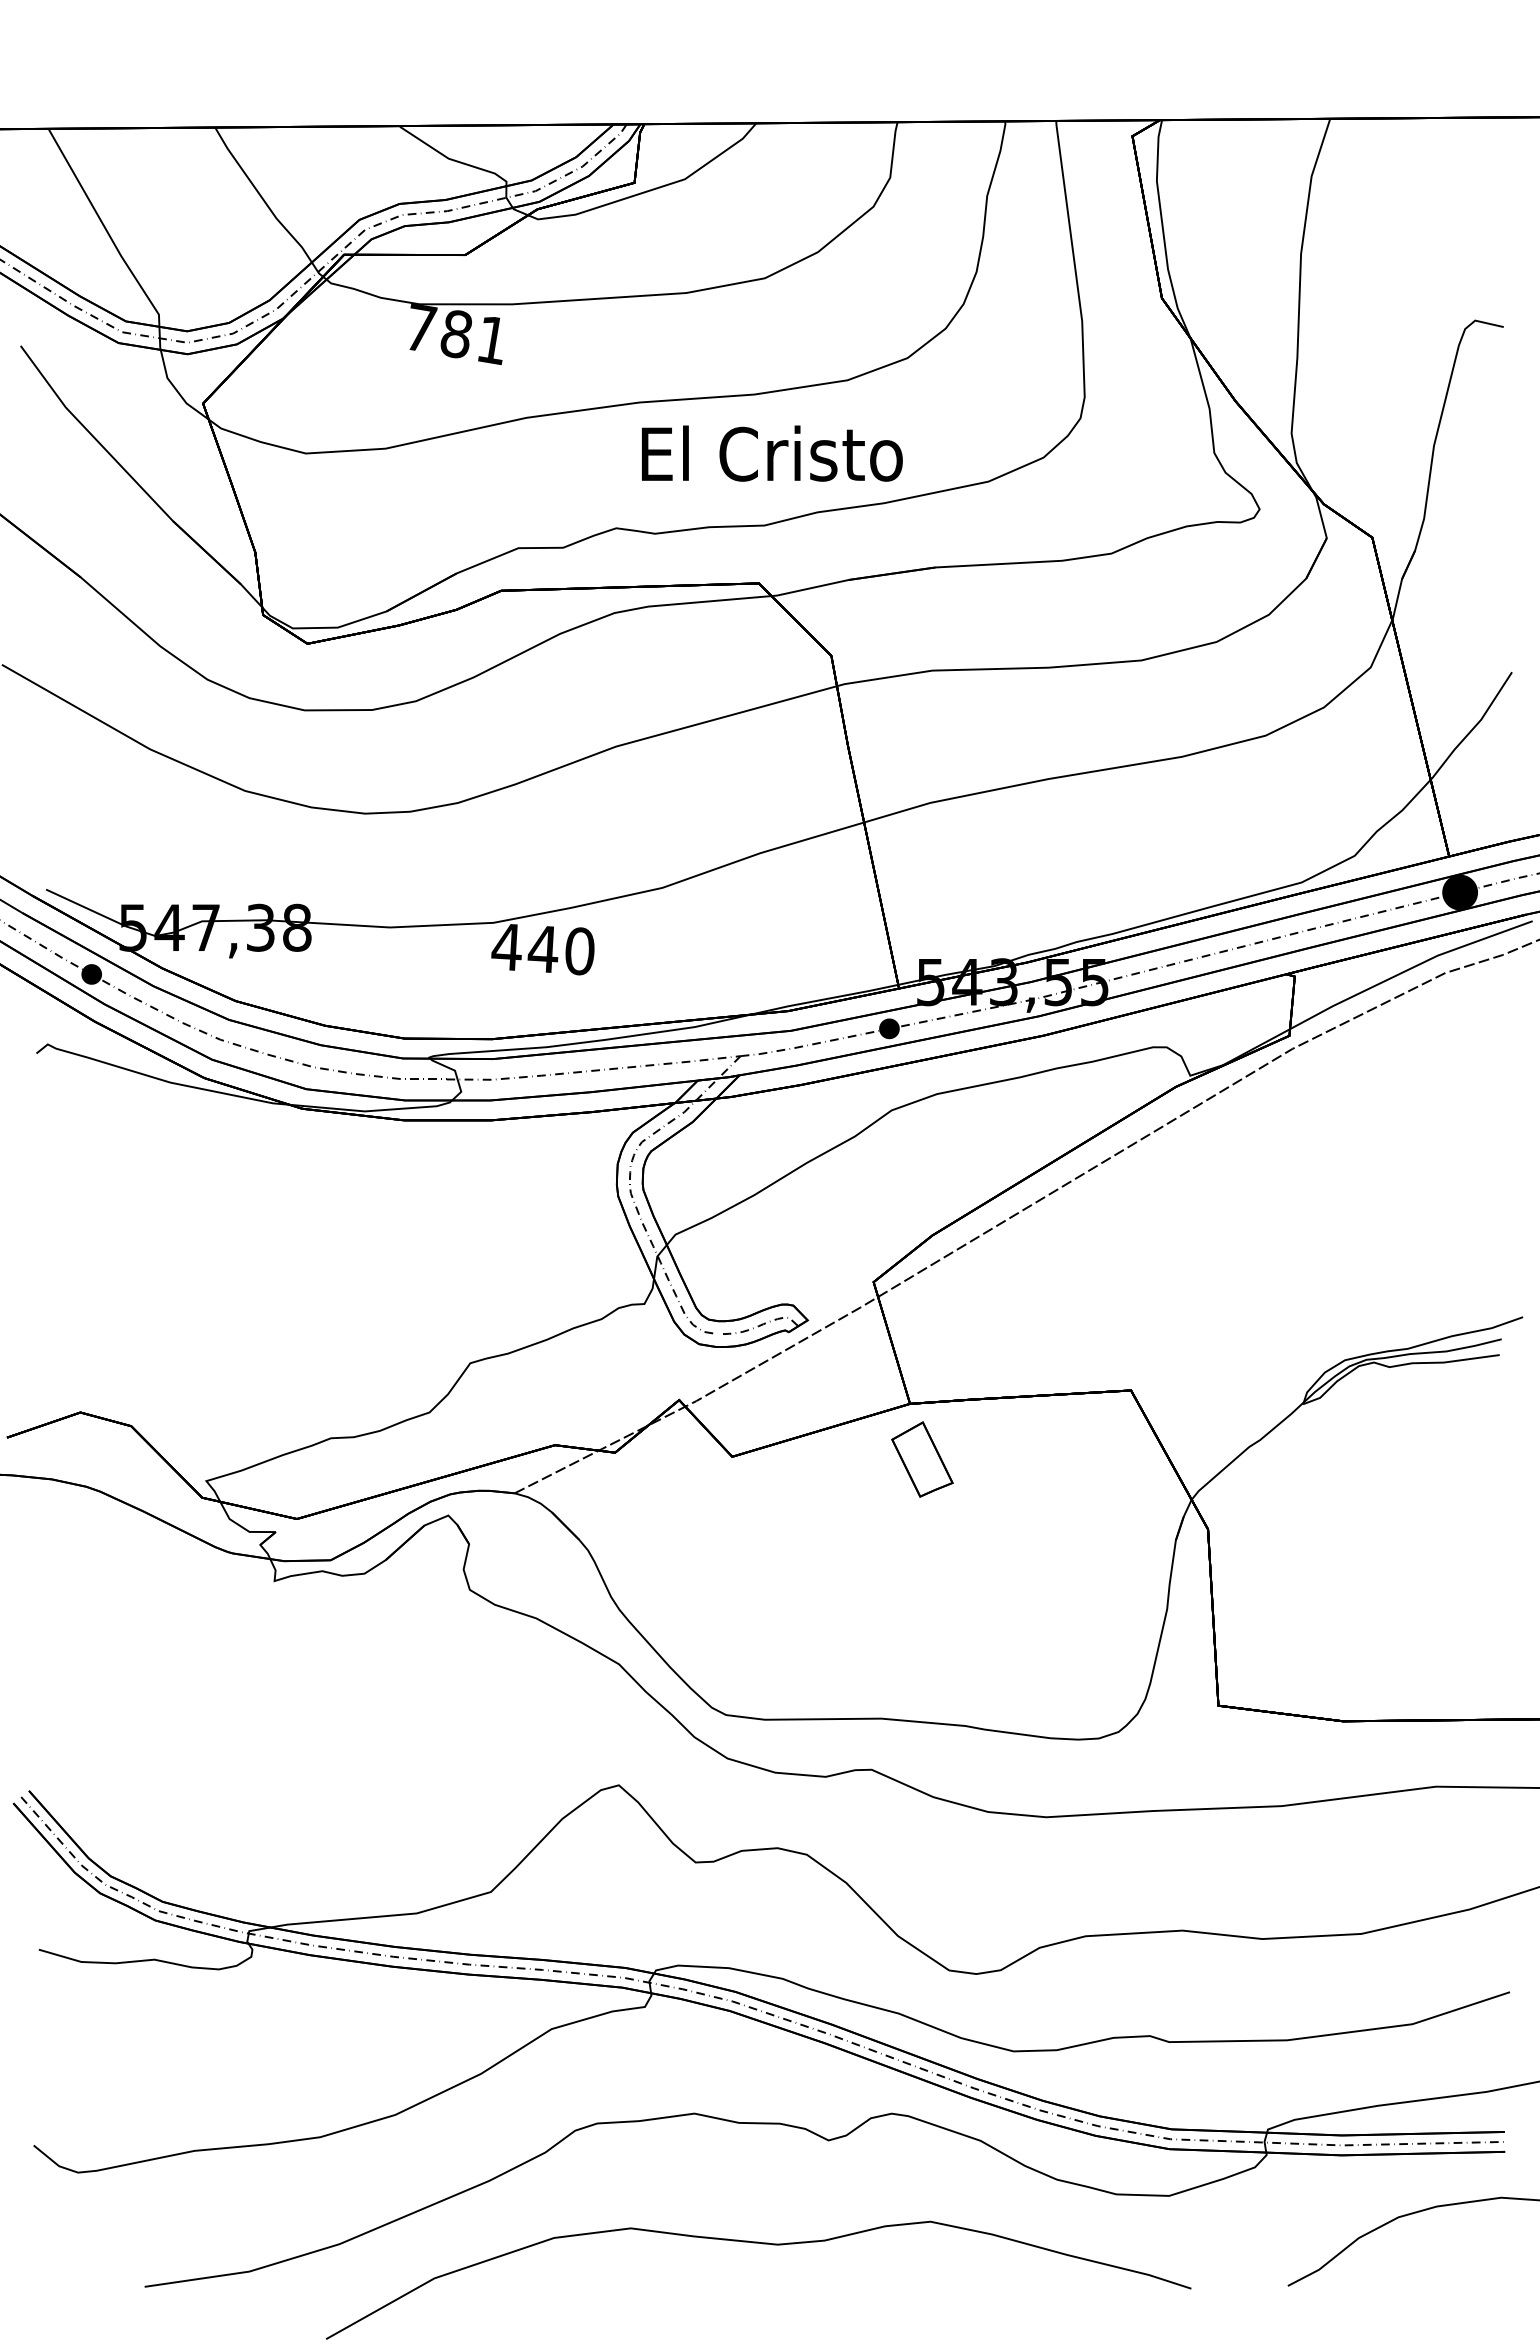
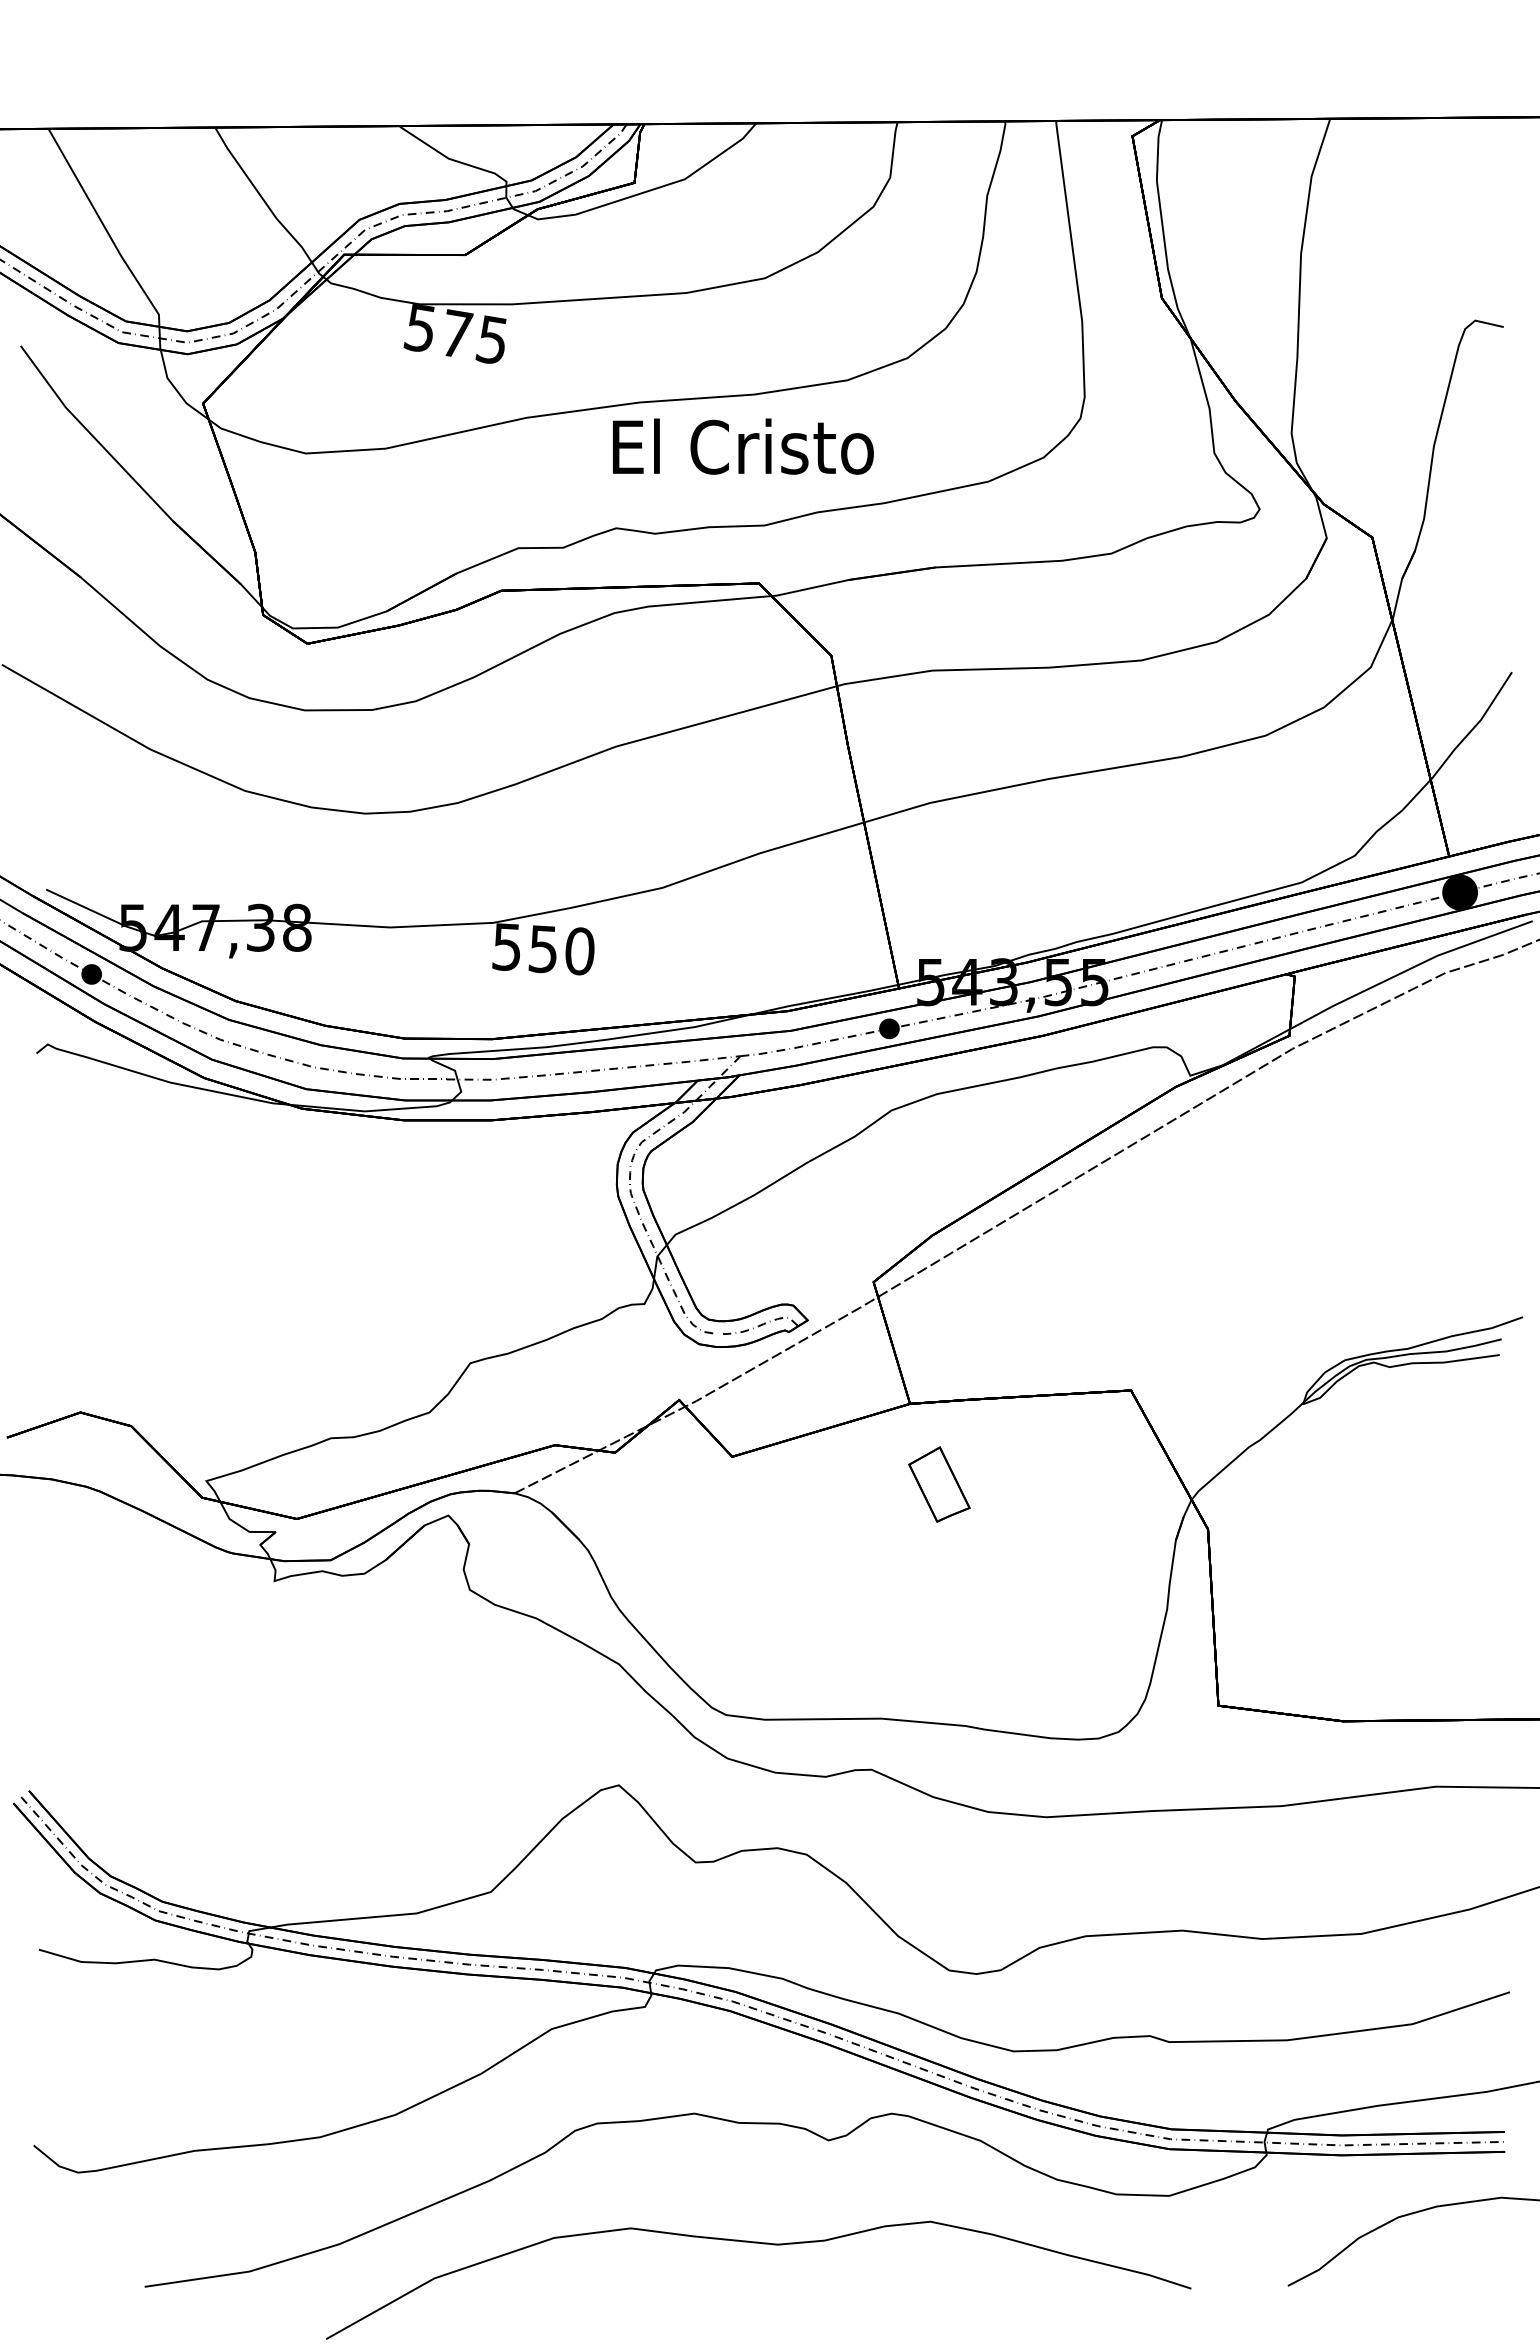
text at (454, 334): 781 -> 575
text at (772, 453) position: (772, 453) -> (743, 446)
text at (524, 948): 440 -> 550
part at (922, 1459) position: (922, 1459) -> (939, 1484)
